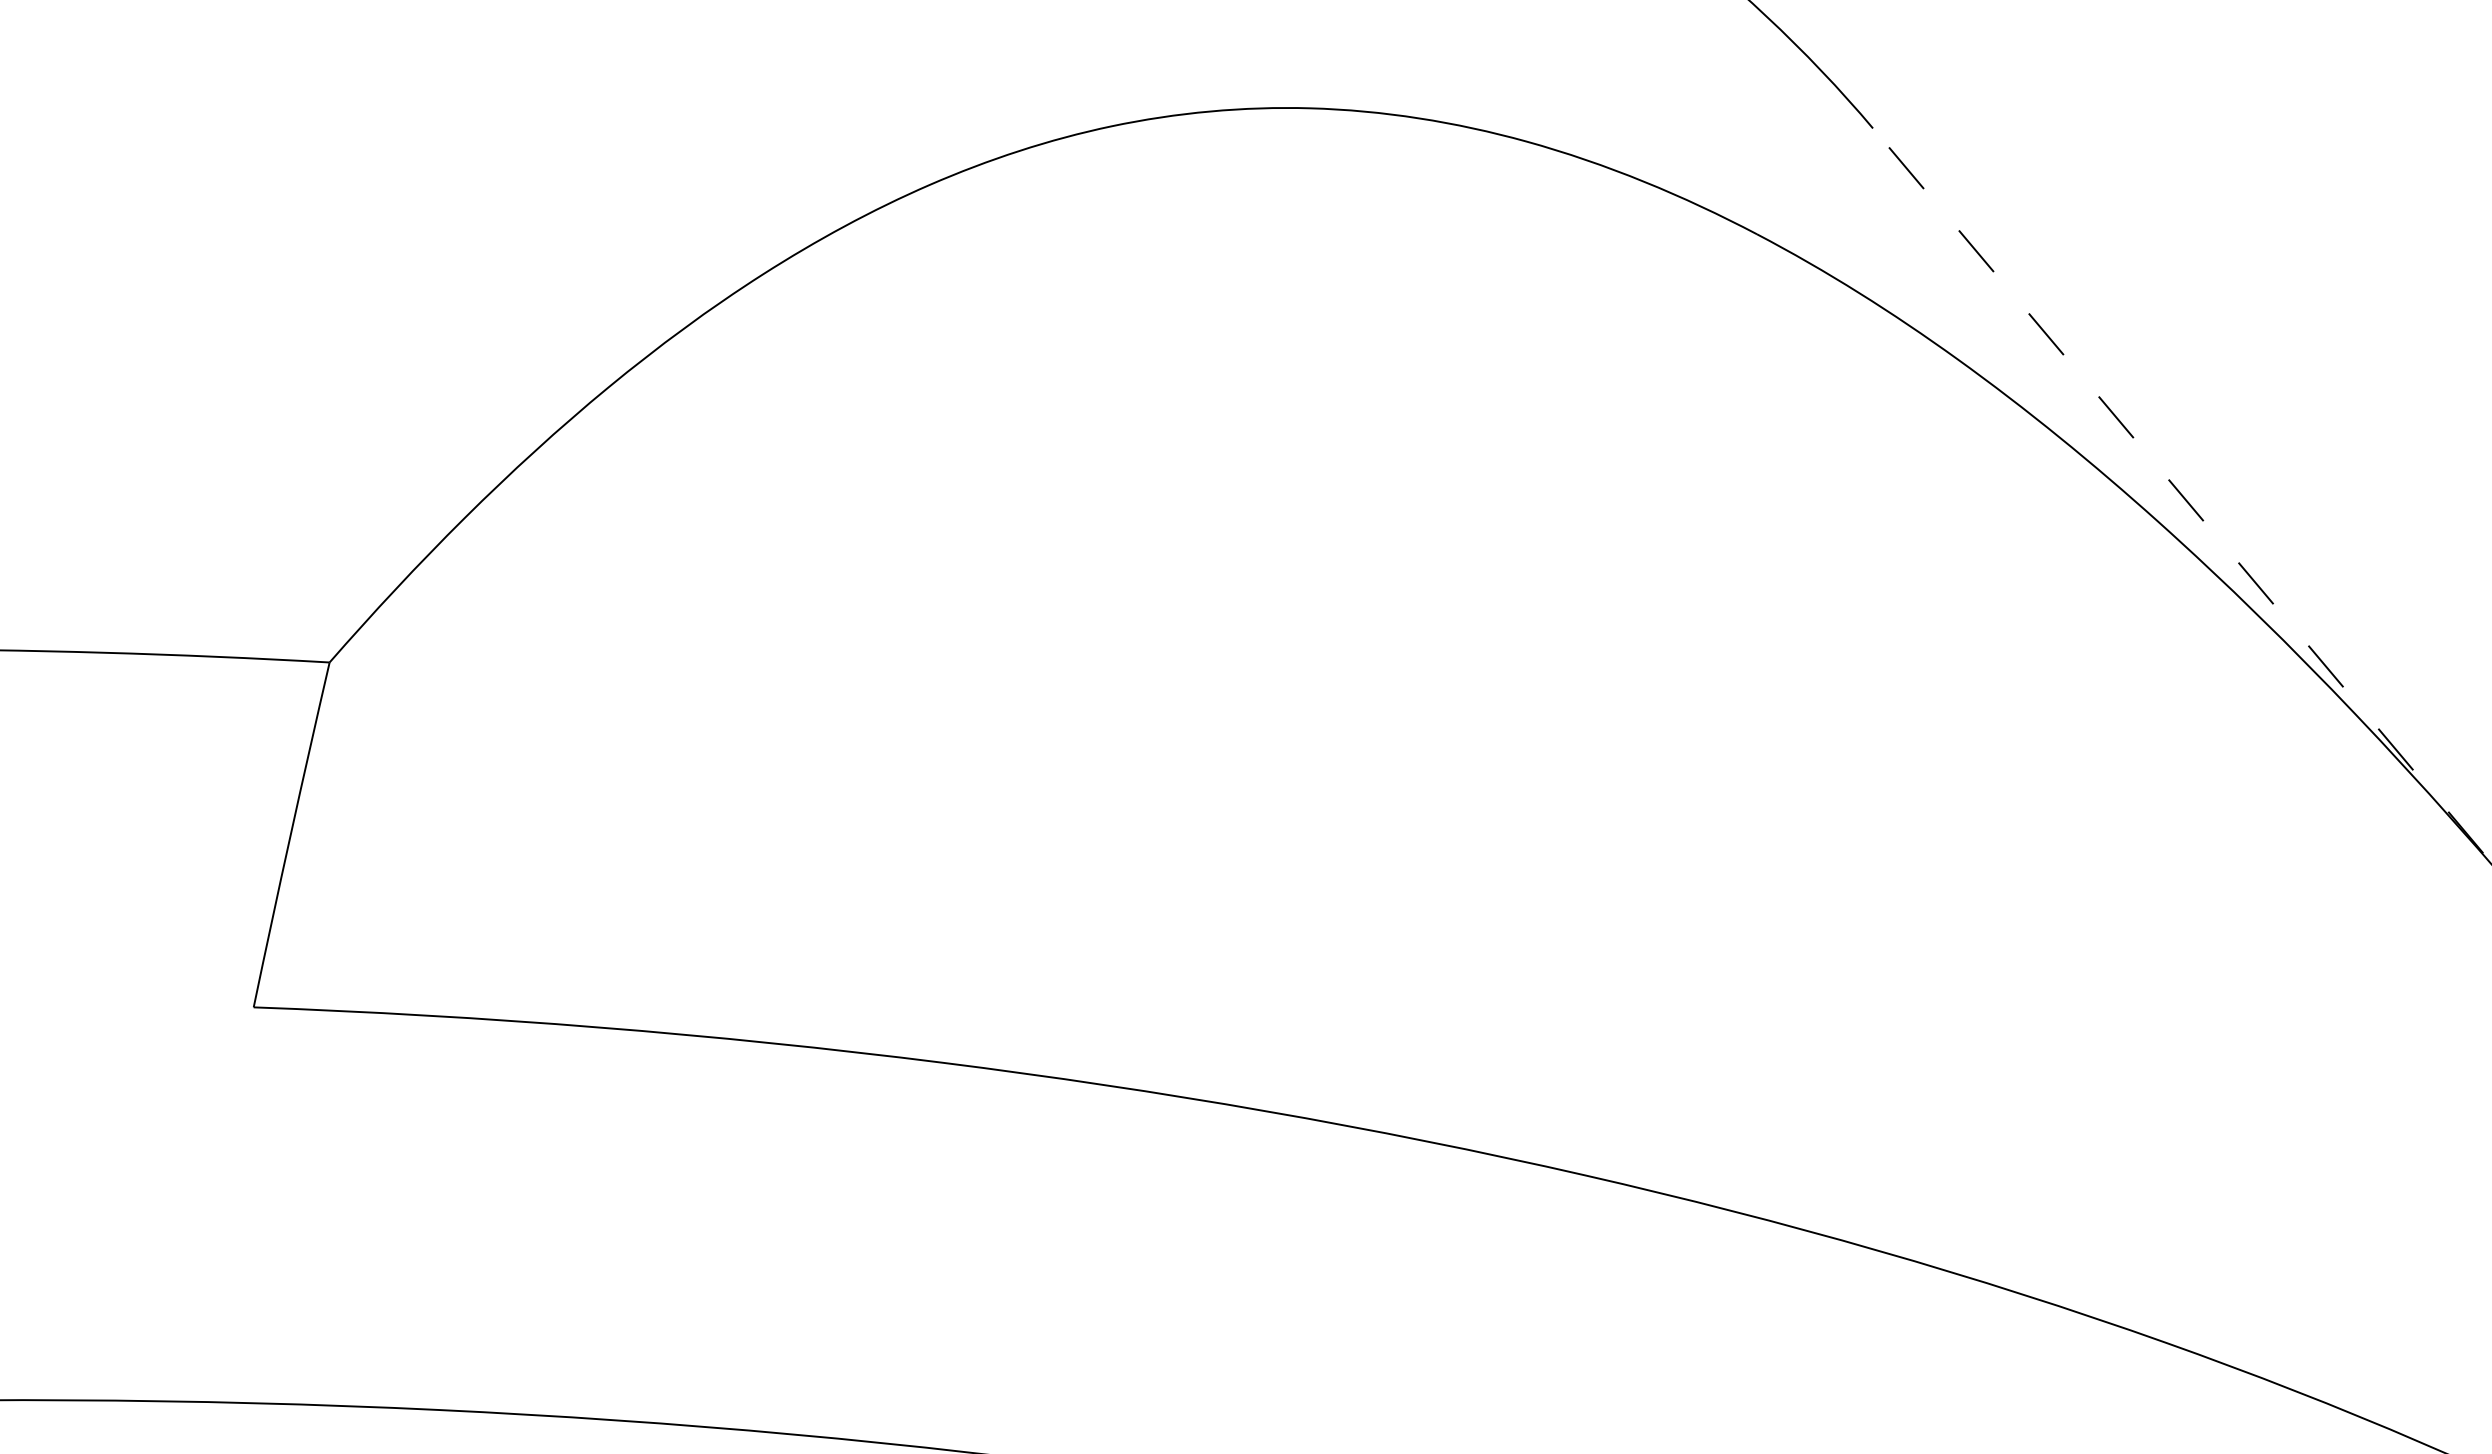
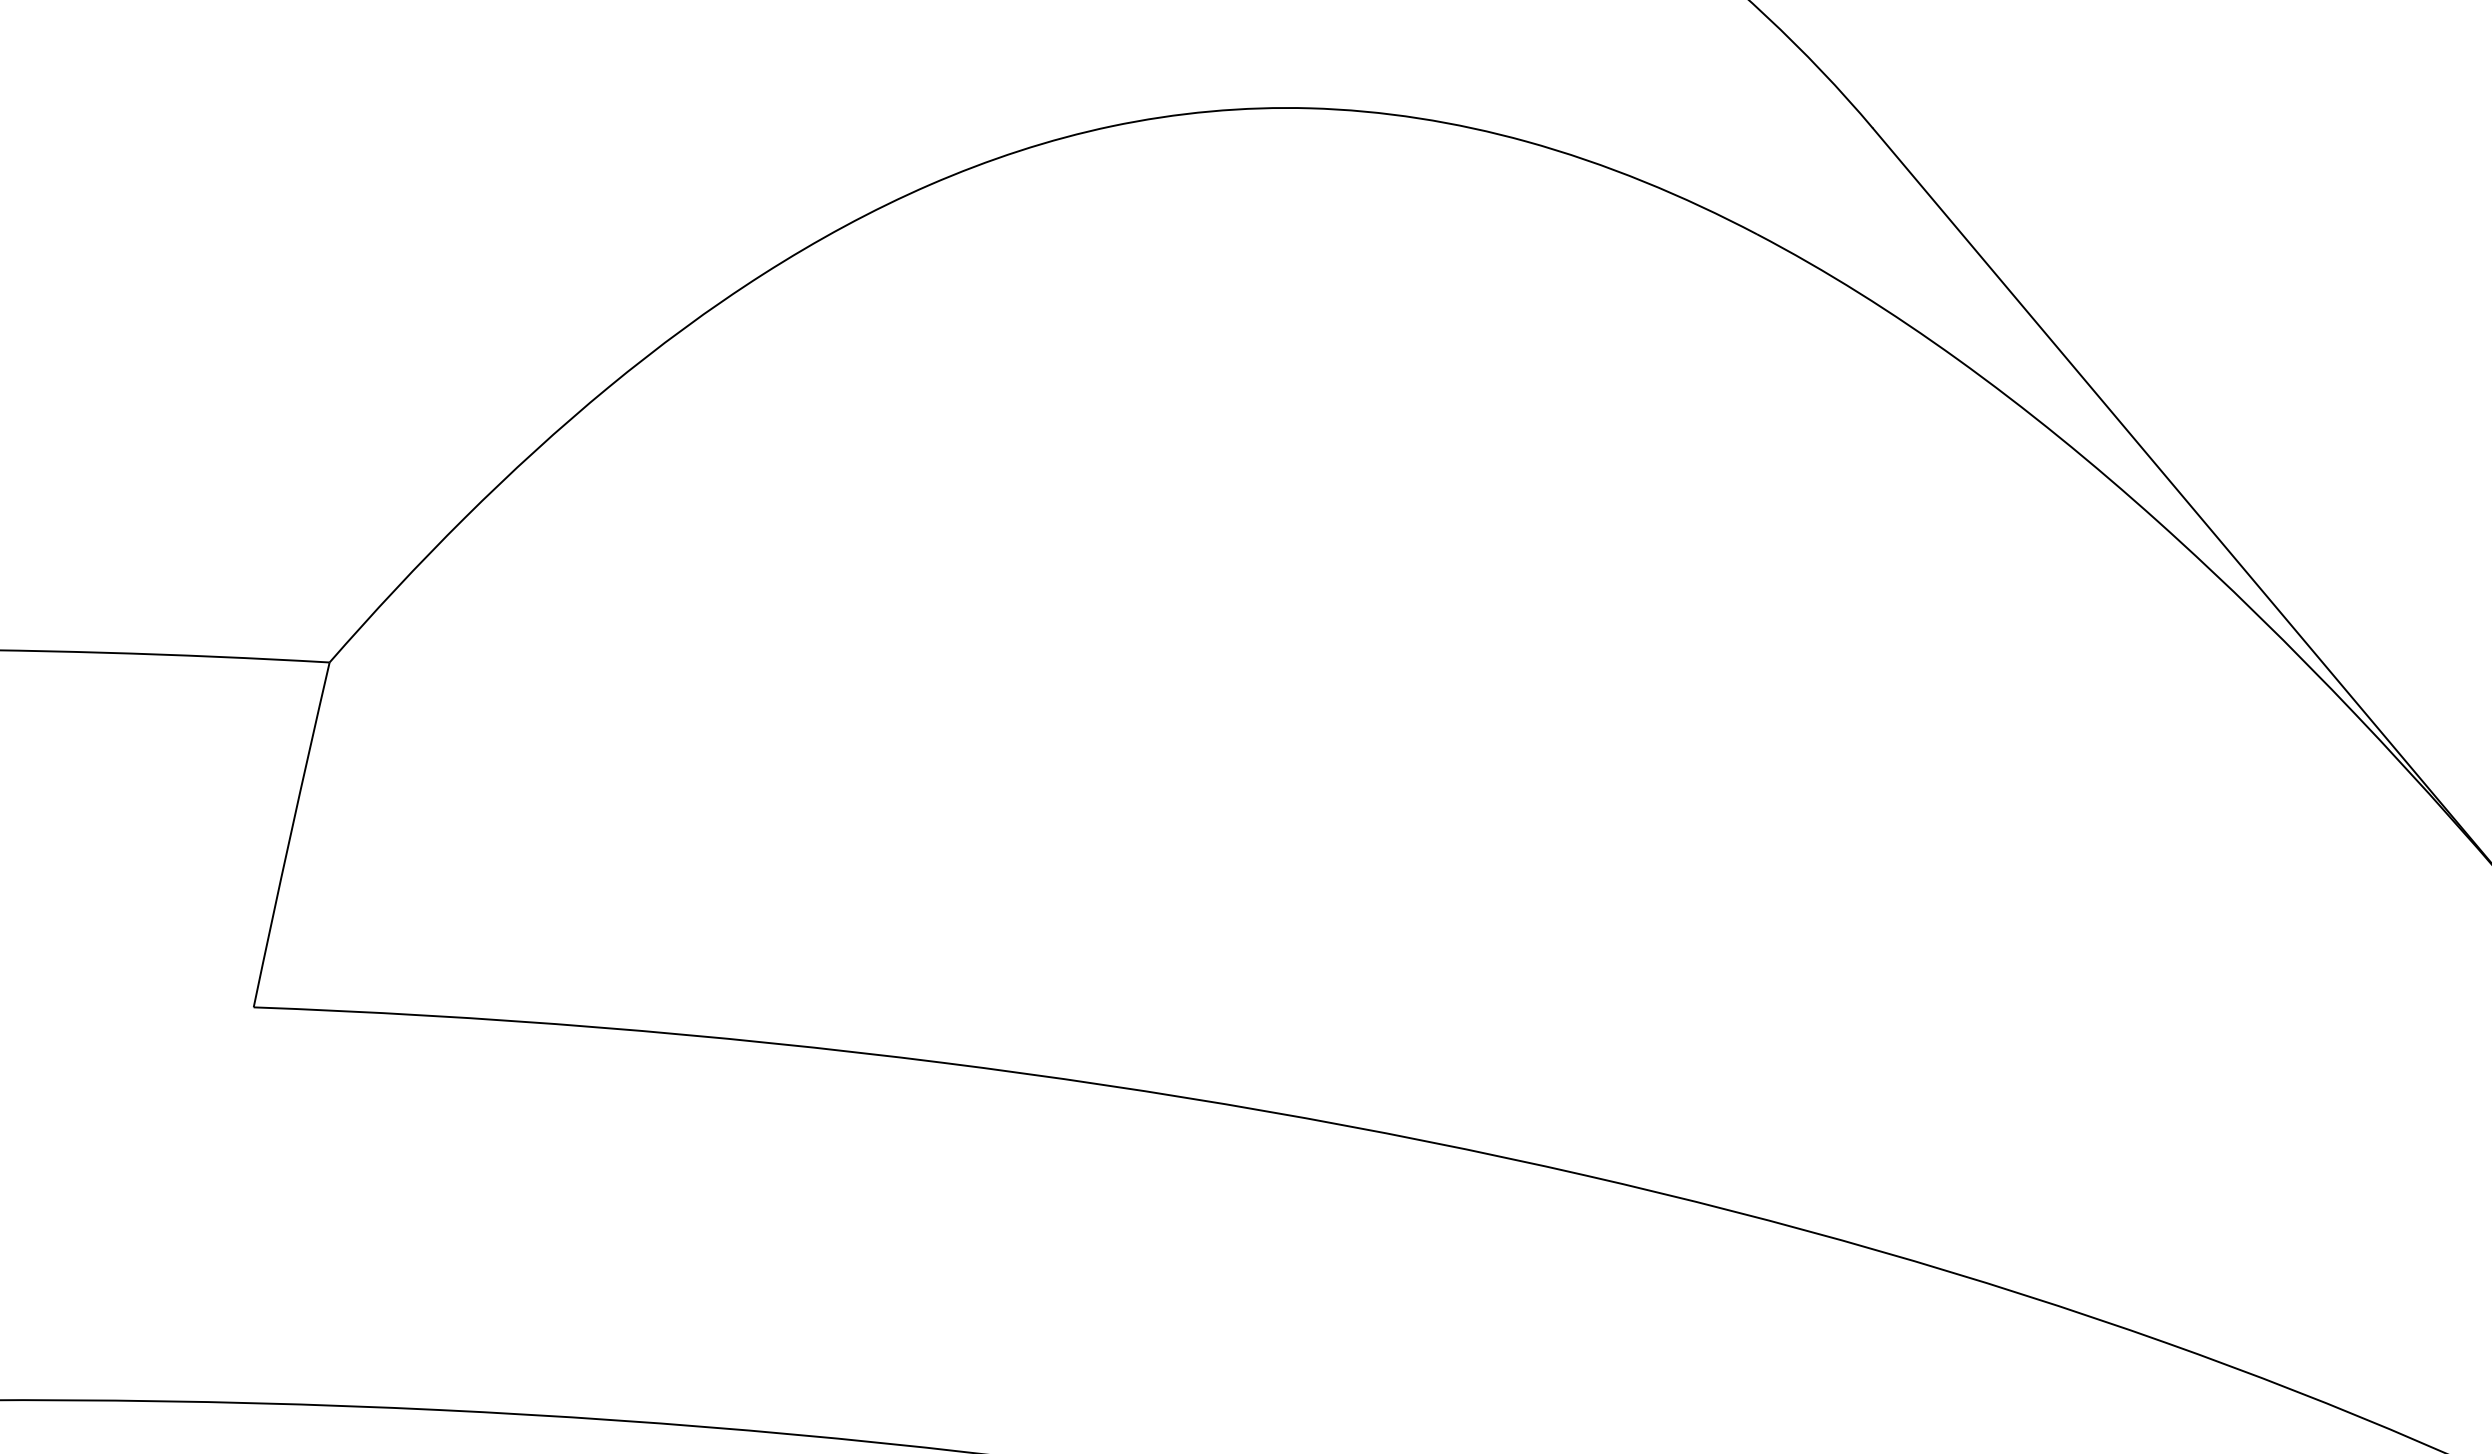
line at (2181, 495): dashed -> solid
